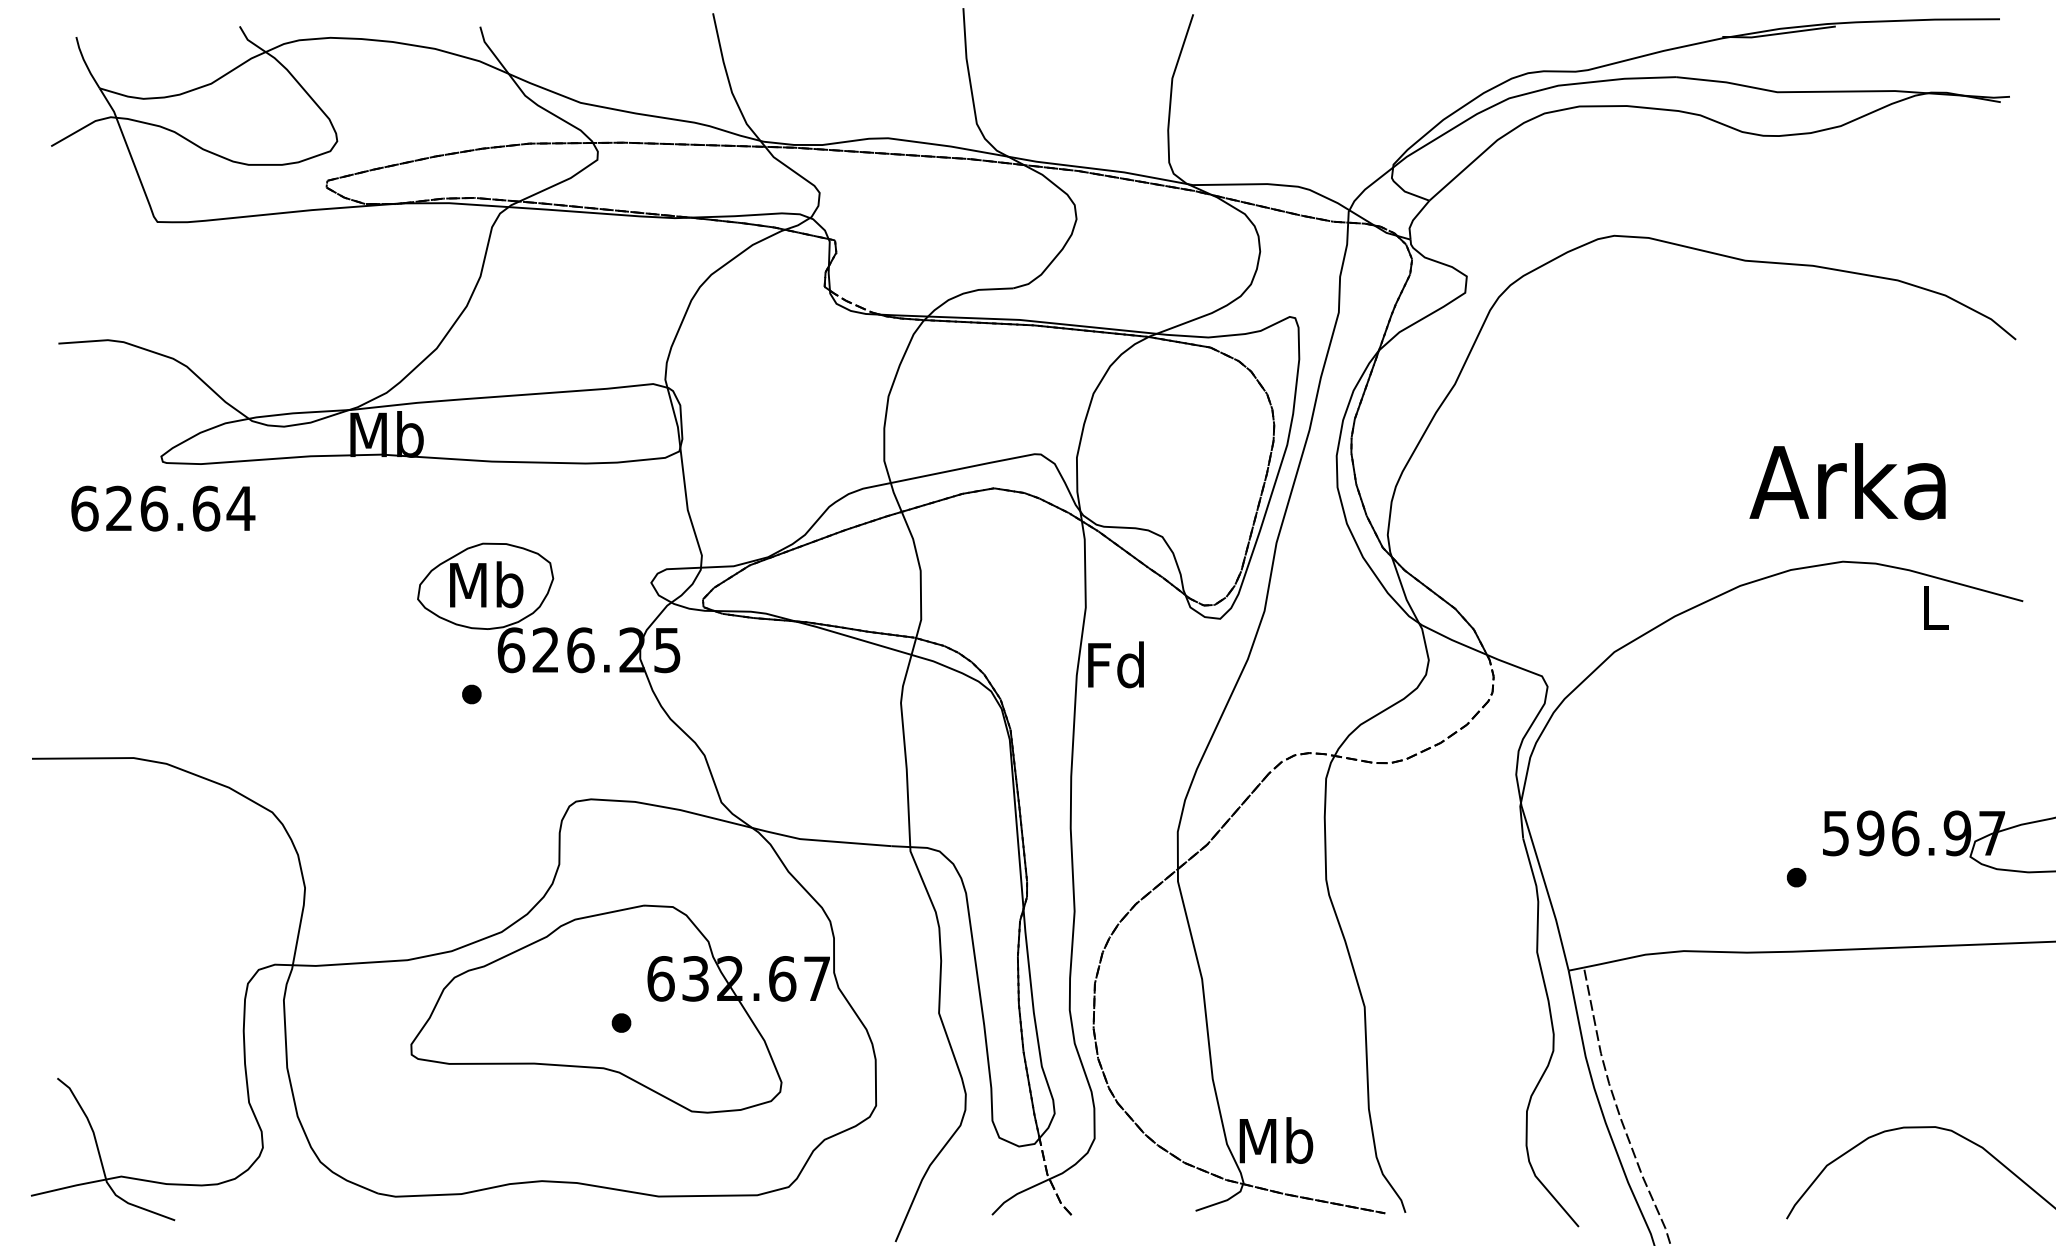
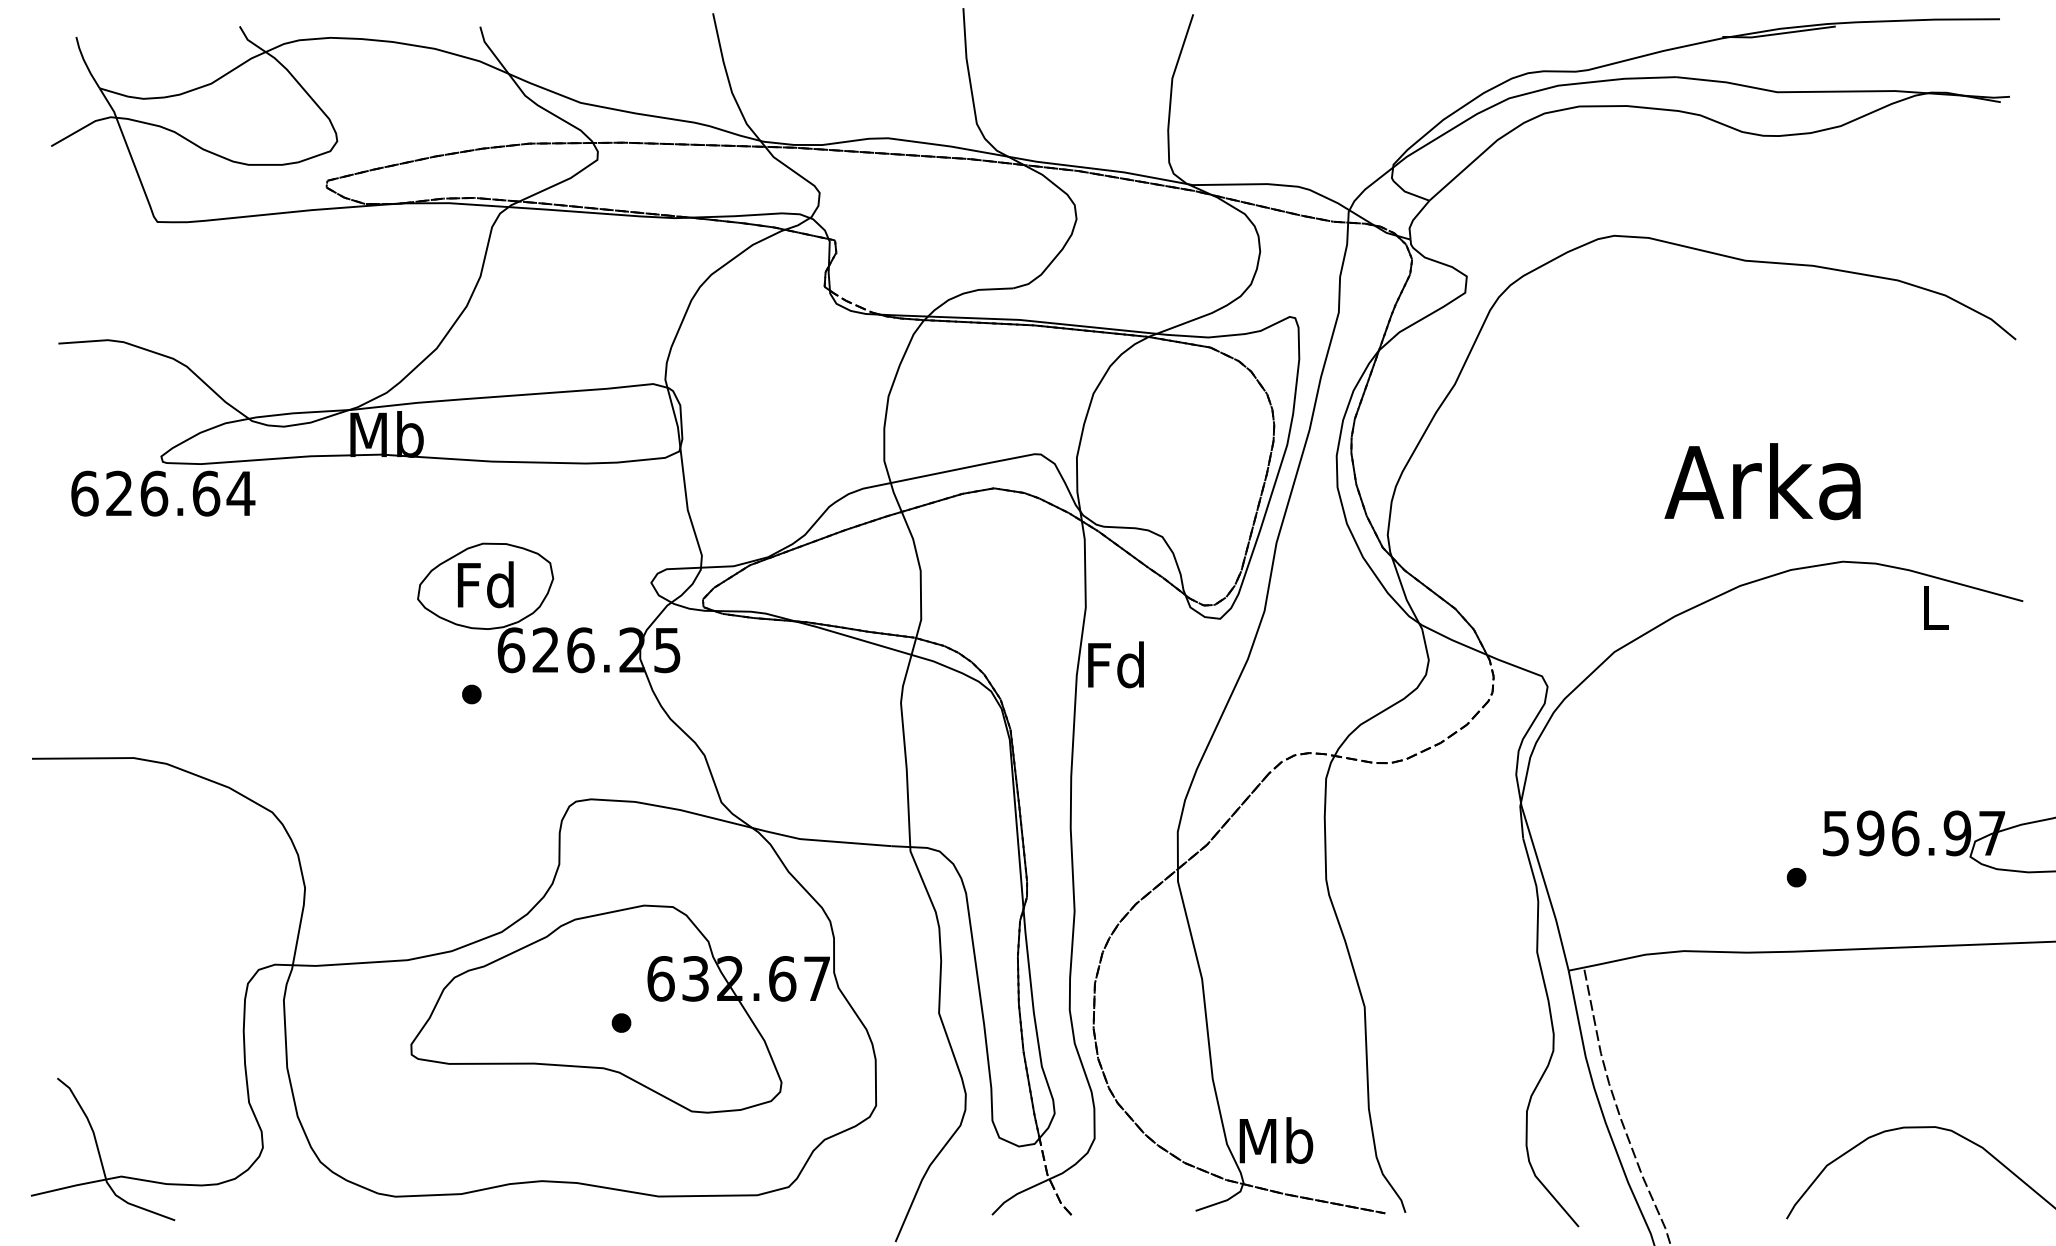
text at (1847, 481) position: (1847, 481) -> (1762, 481)
text at (163, 508) position: (163, 508) -> (163, 493)
text at (486, 584): Mb -> Fd
